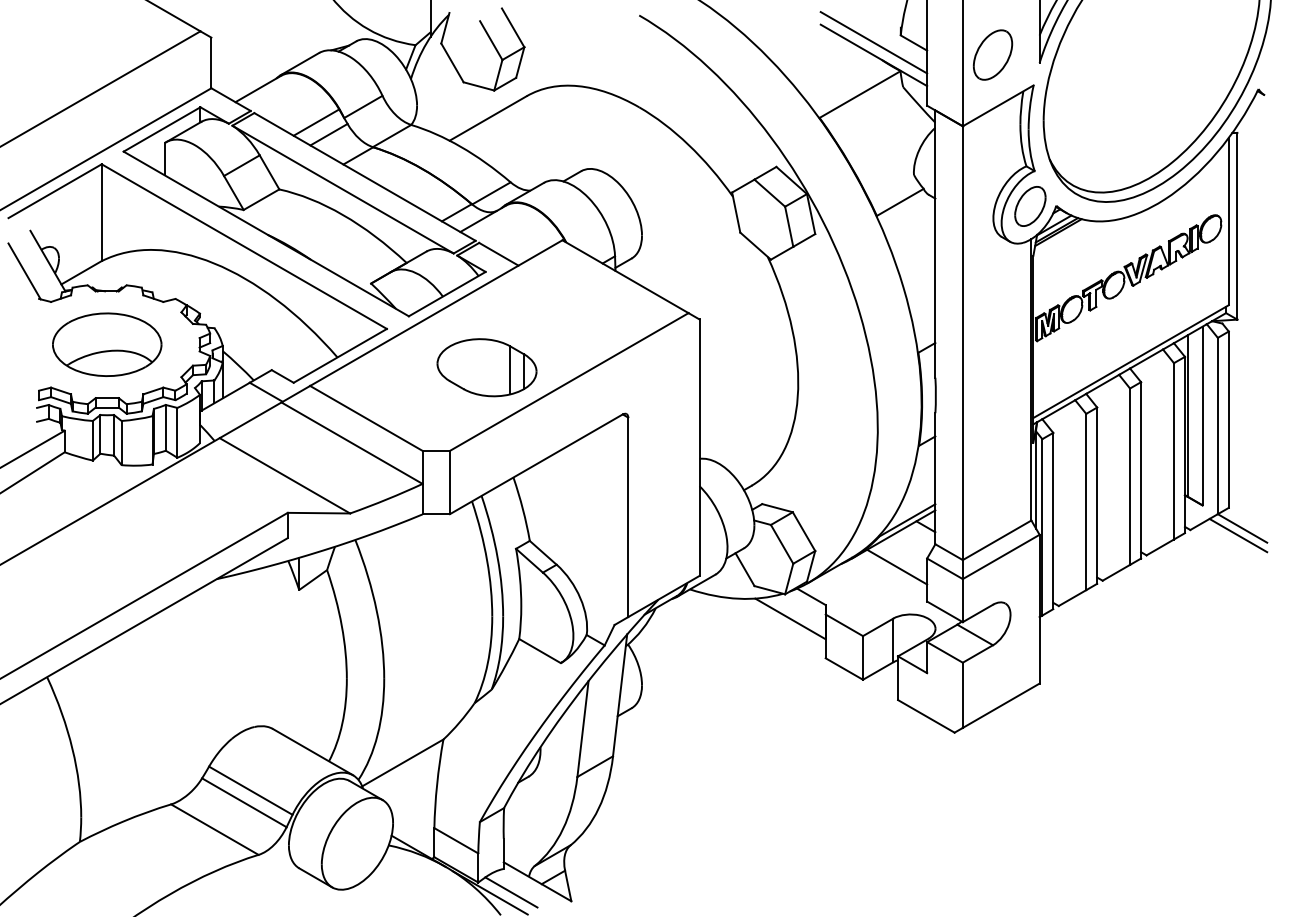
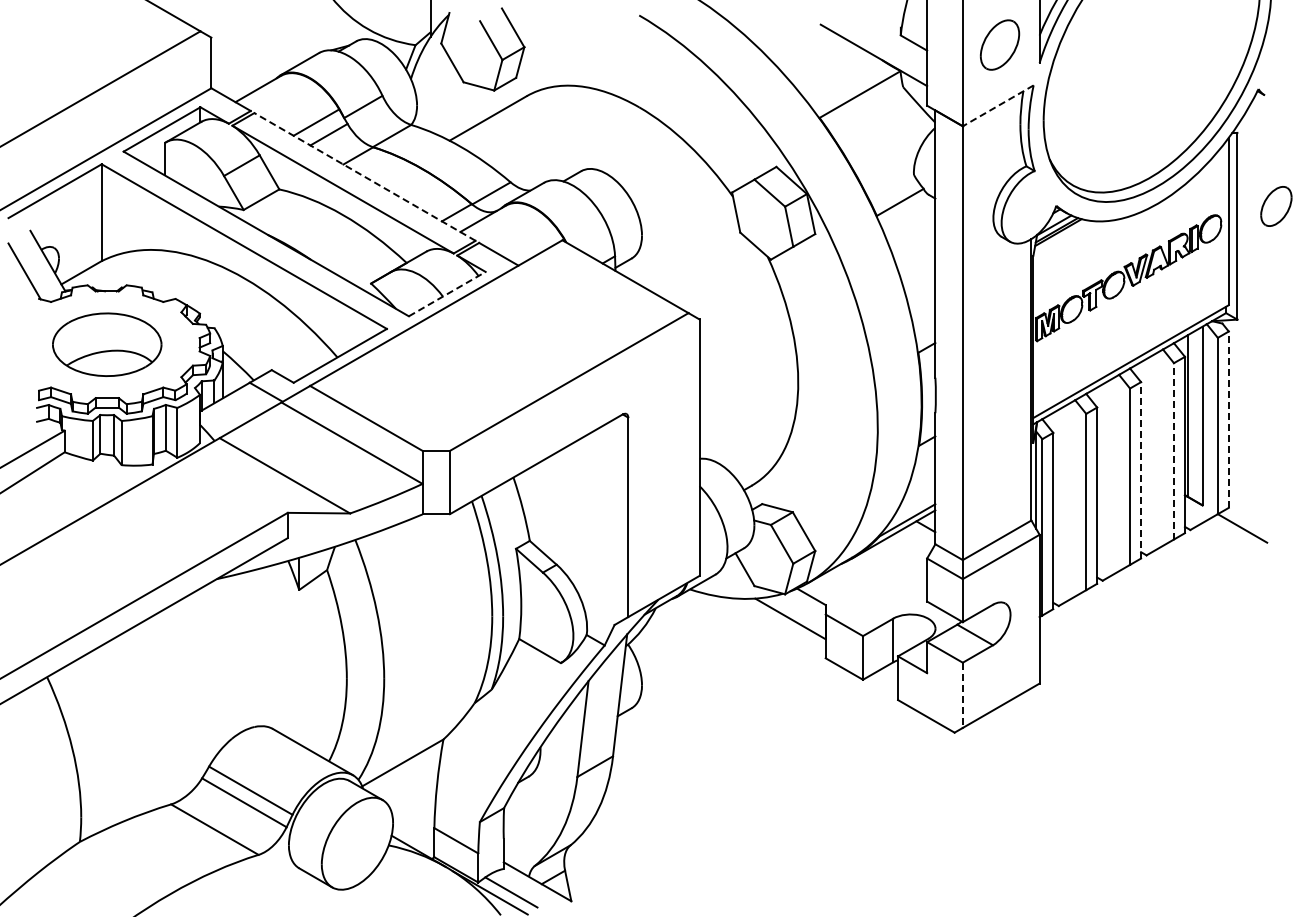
line at (873, 42): present -> none
part at (992, 54) position: (992, 54) -> (999, 44)
line at (998, 105): solid -> dashed
line at (365, 176): solid -> dashed
part at (1030, 206) position: (1030, 206) -> (1276, 206)
line at (447, 293): solid -> dashed
part at (486, 367): present -> none
line at (1228, 419): solid -> dashed
line at (1173, 450): solid -> dashed
line at (1141, 469): solid -> dashed
line at (1238, 535): present -> none
line at (897, 566): present -> none
line at (962, 695): solid -> dashed
